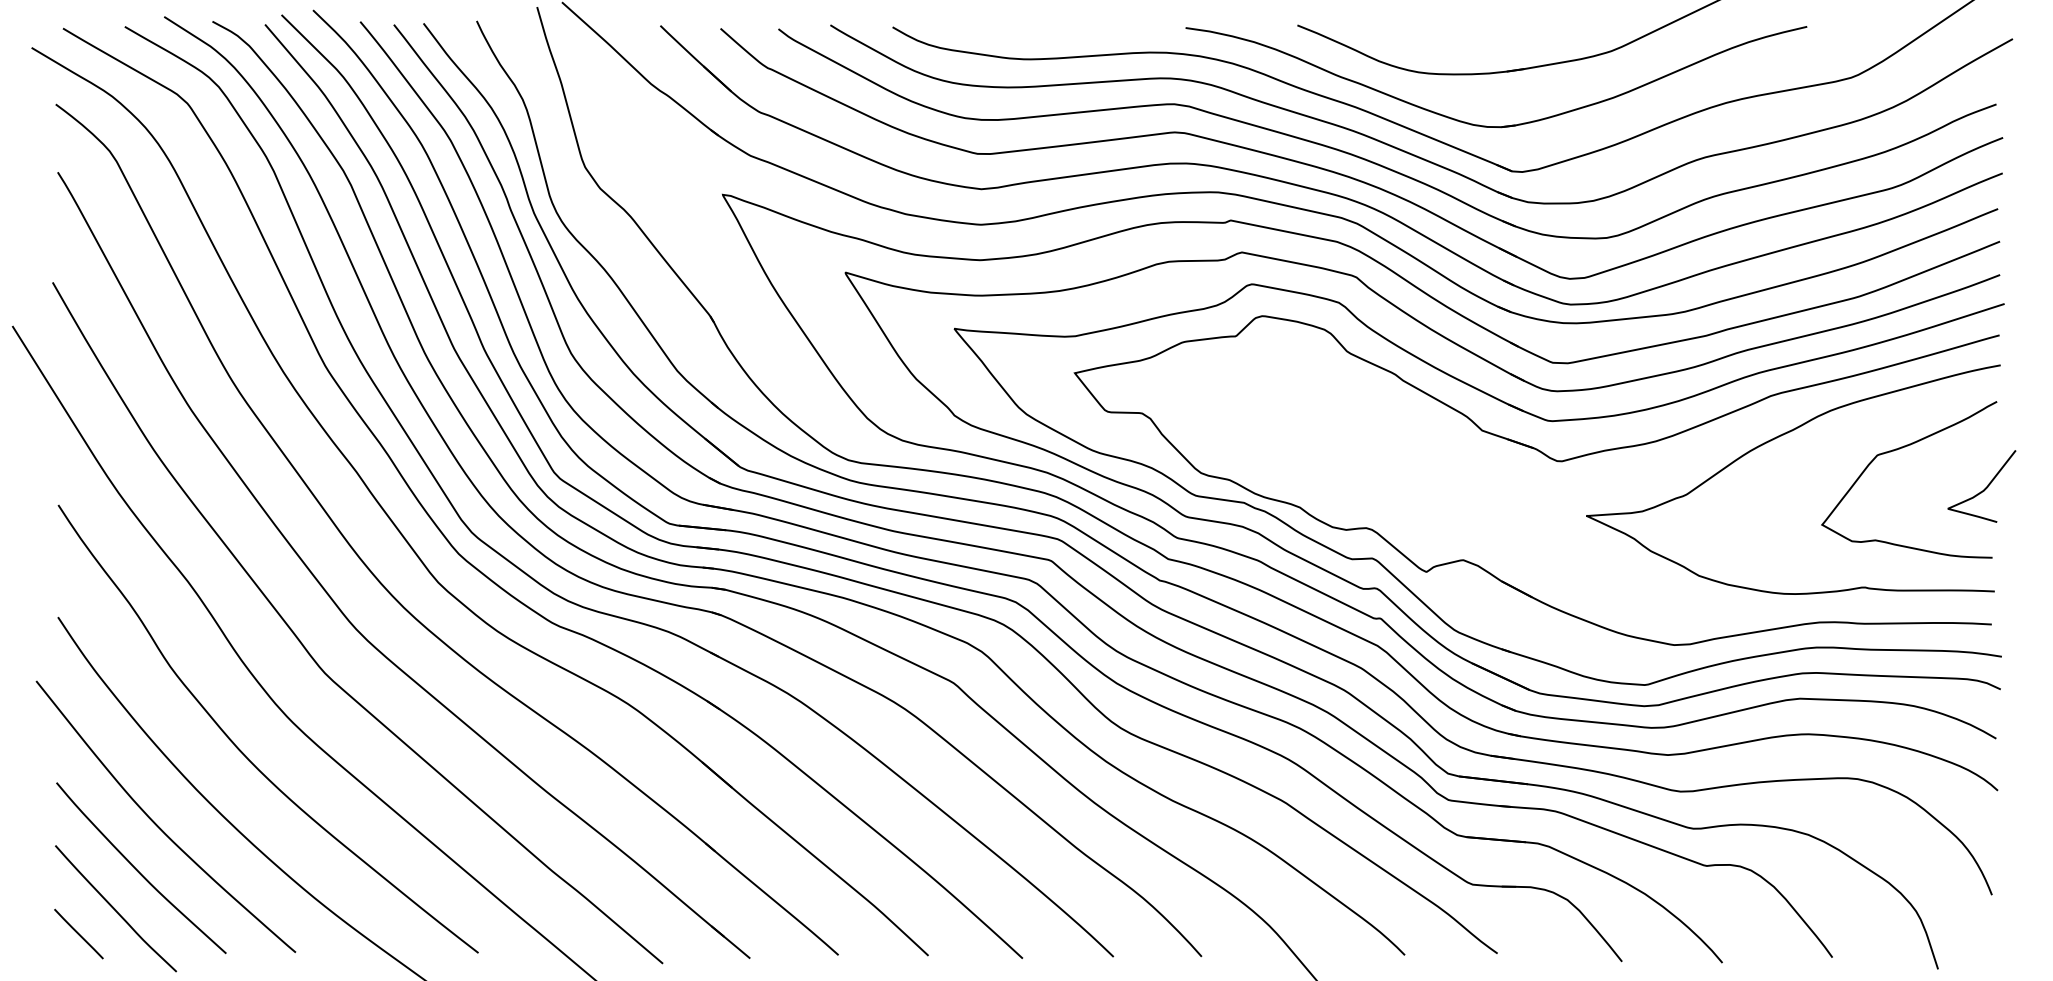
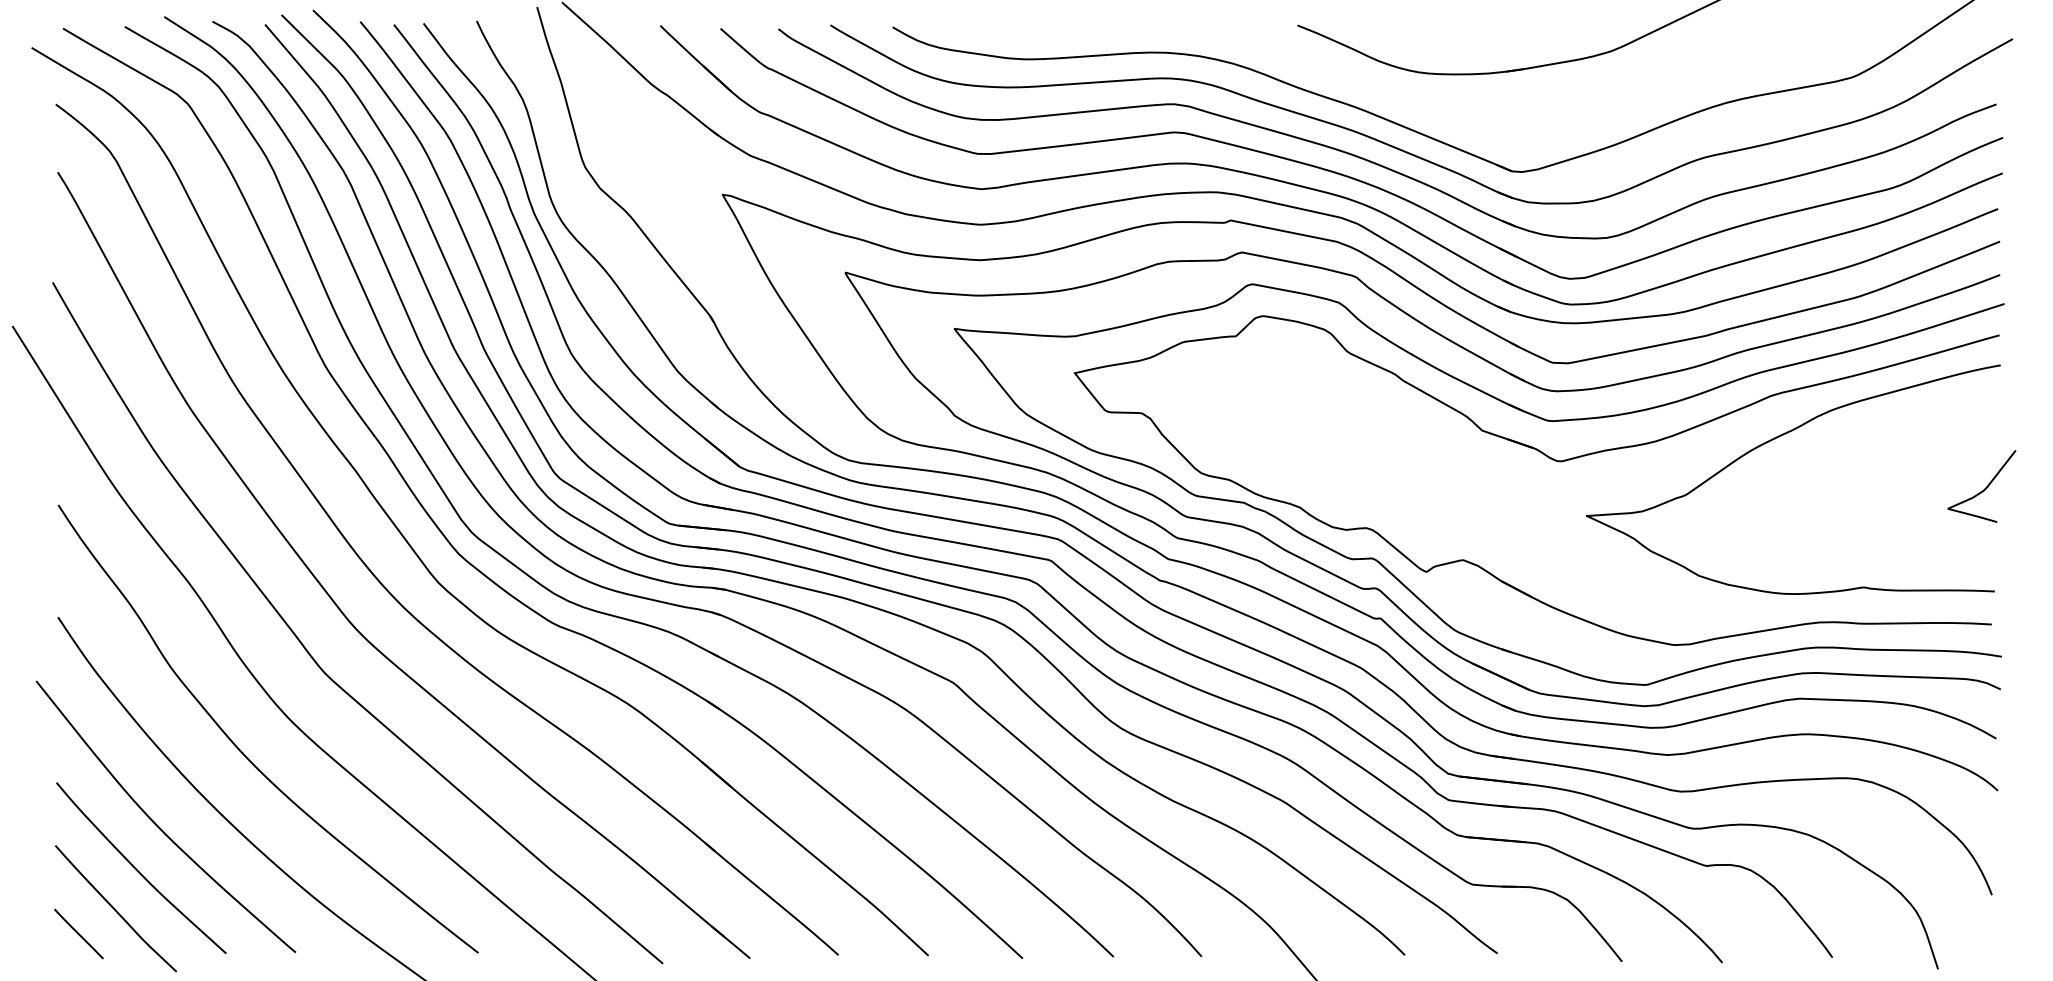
part at (1504, 125): present -> none
curve at (1897, 450): present -> none
